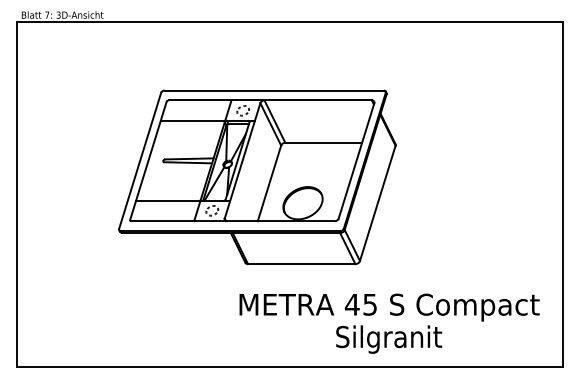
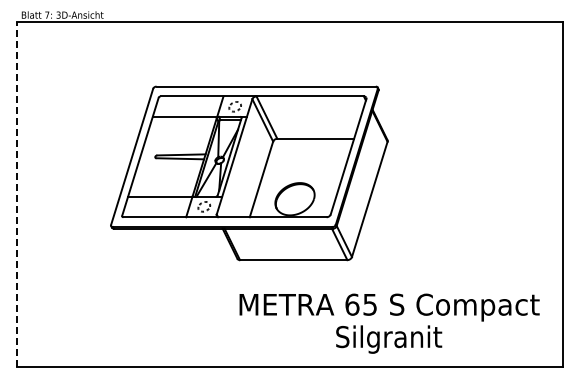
part at (257, 177) position: (257, 177) -> (249, 173)
line at (17, 194): solid -> dashed
text at (351, 304): 45 -> 65
